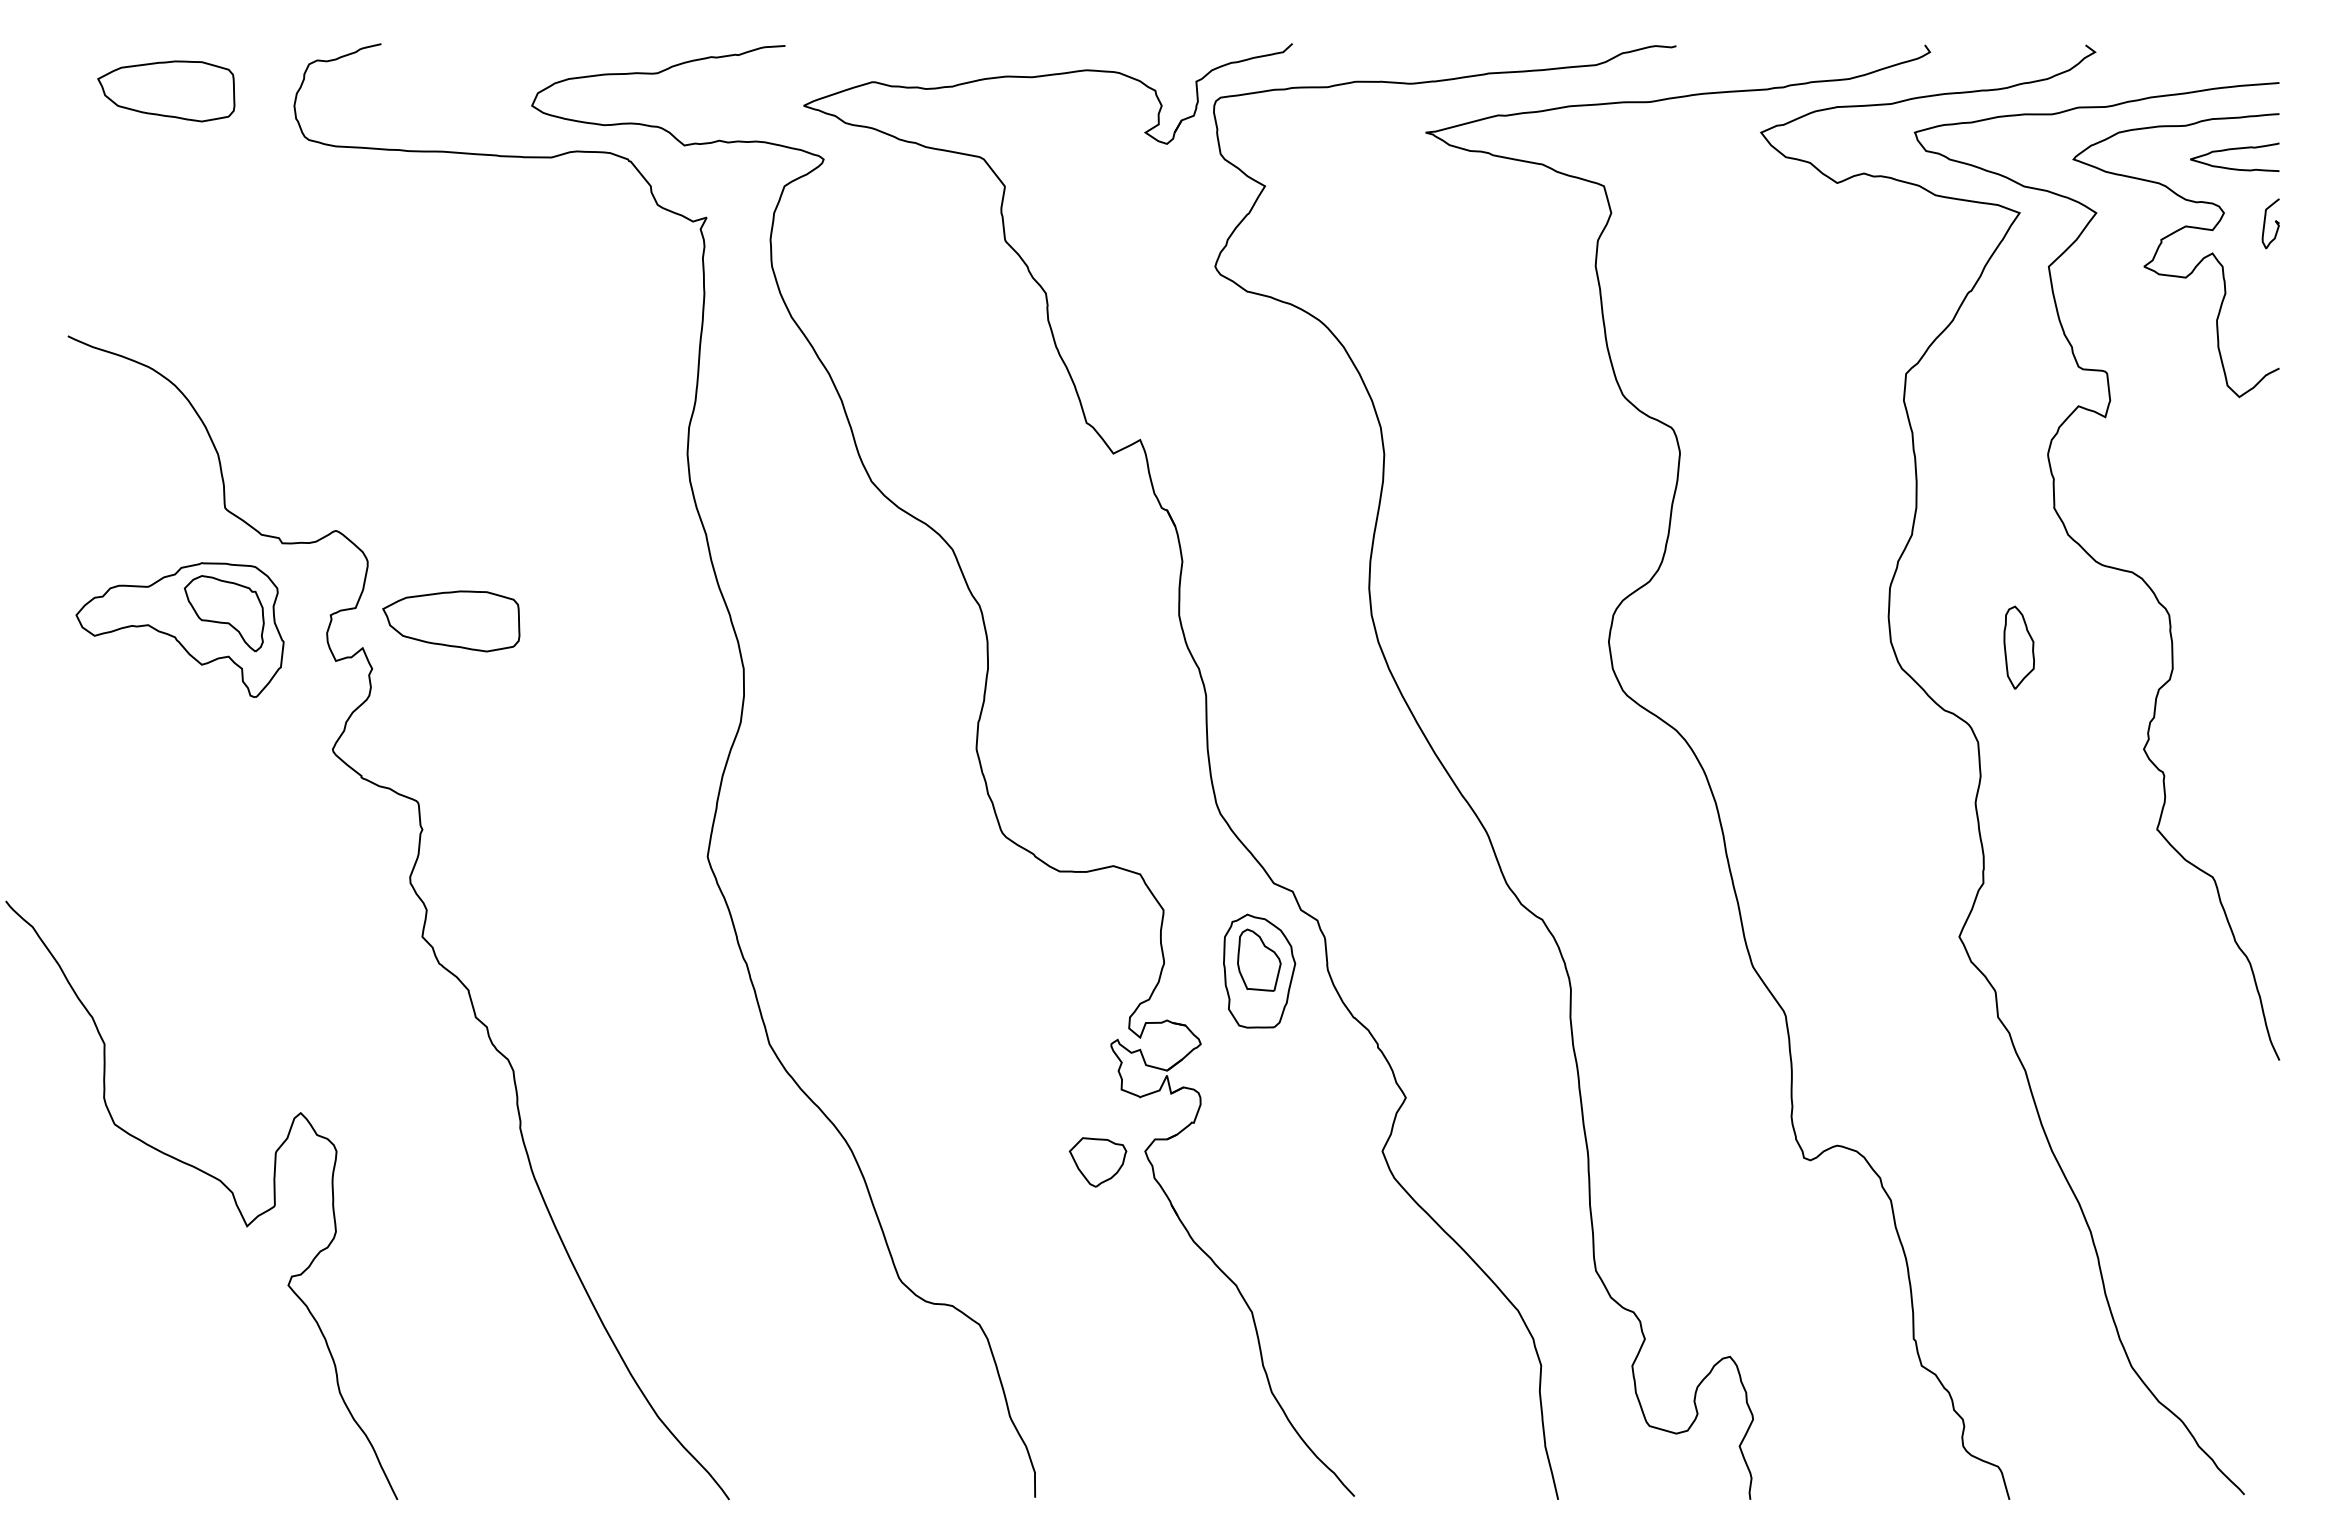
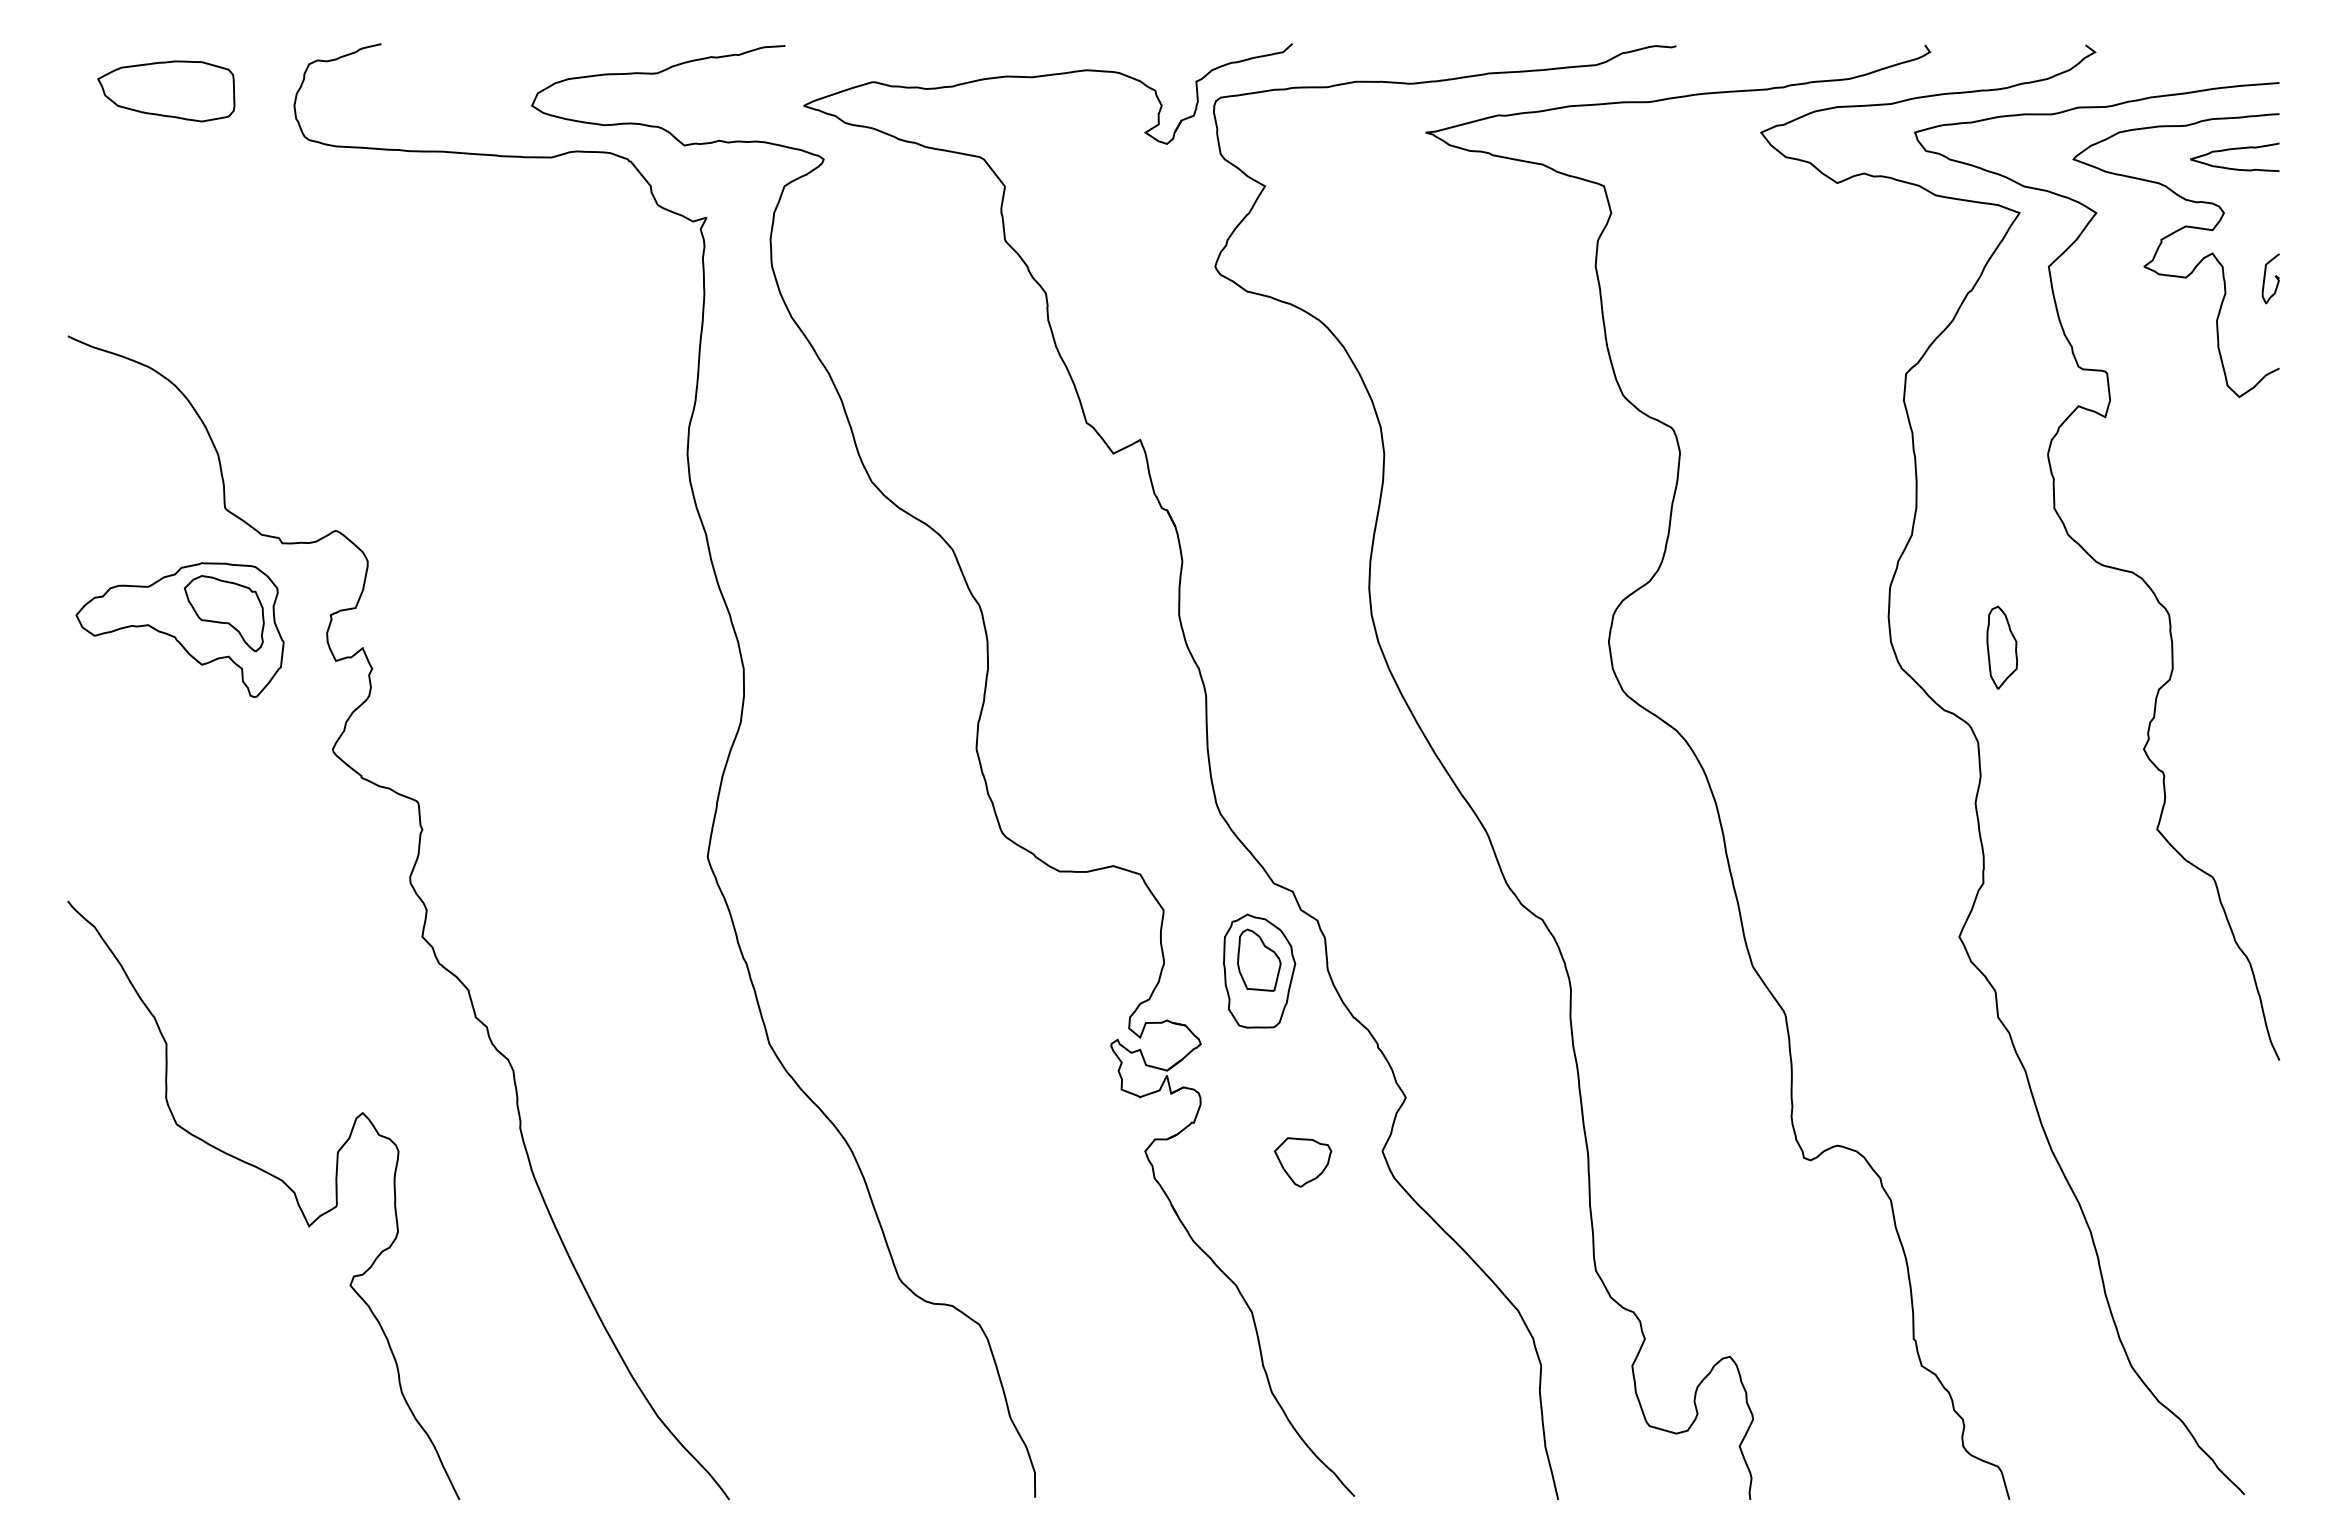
curve at (2274, 221) position: (2274, 221) -> (2274, 276)
part at (451, 621): present -> none
part at (2018, 647) position: (2018, 647) -> (2001, 647)
part at (1097, 1162) position: (1097, 1162) -> (1302, 1162)
curve at (213, 1178) position: (213, 1178) -> (275, 1178)
